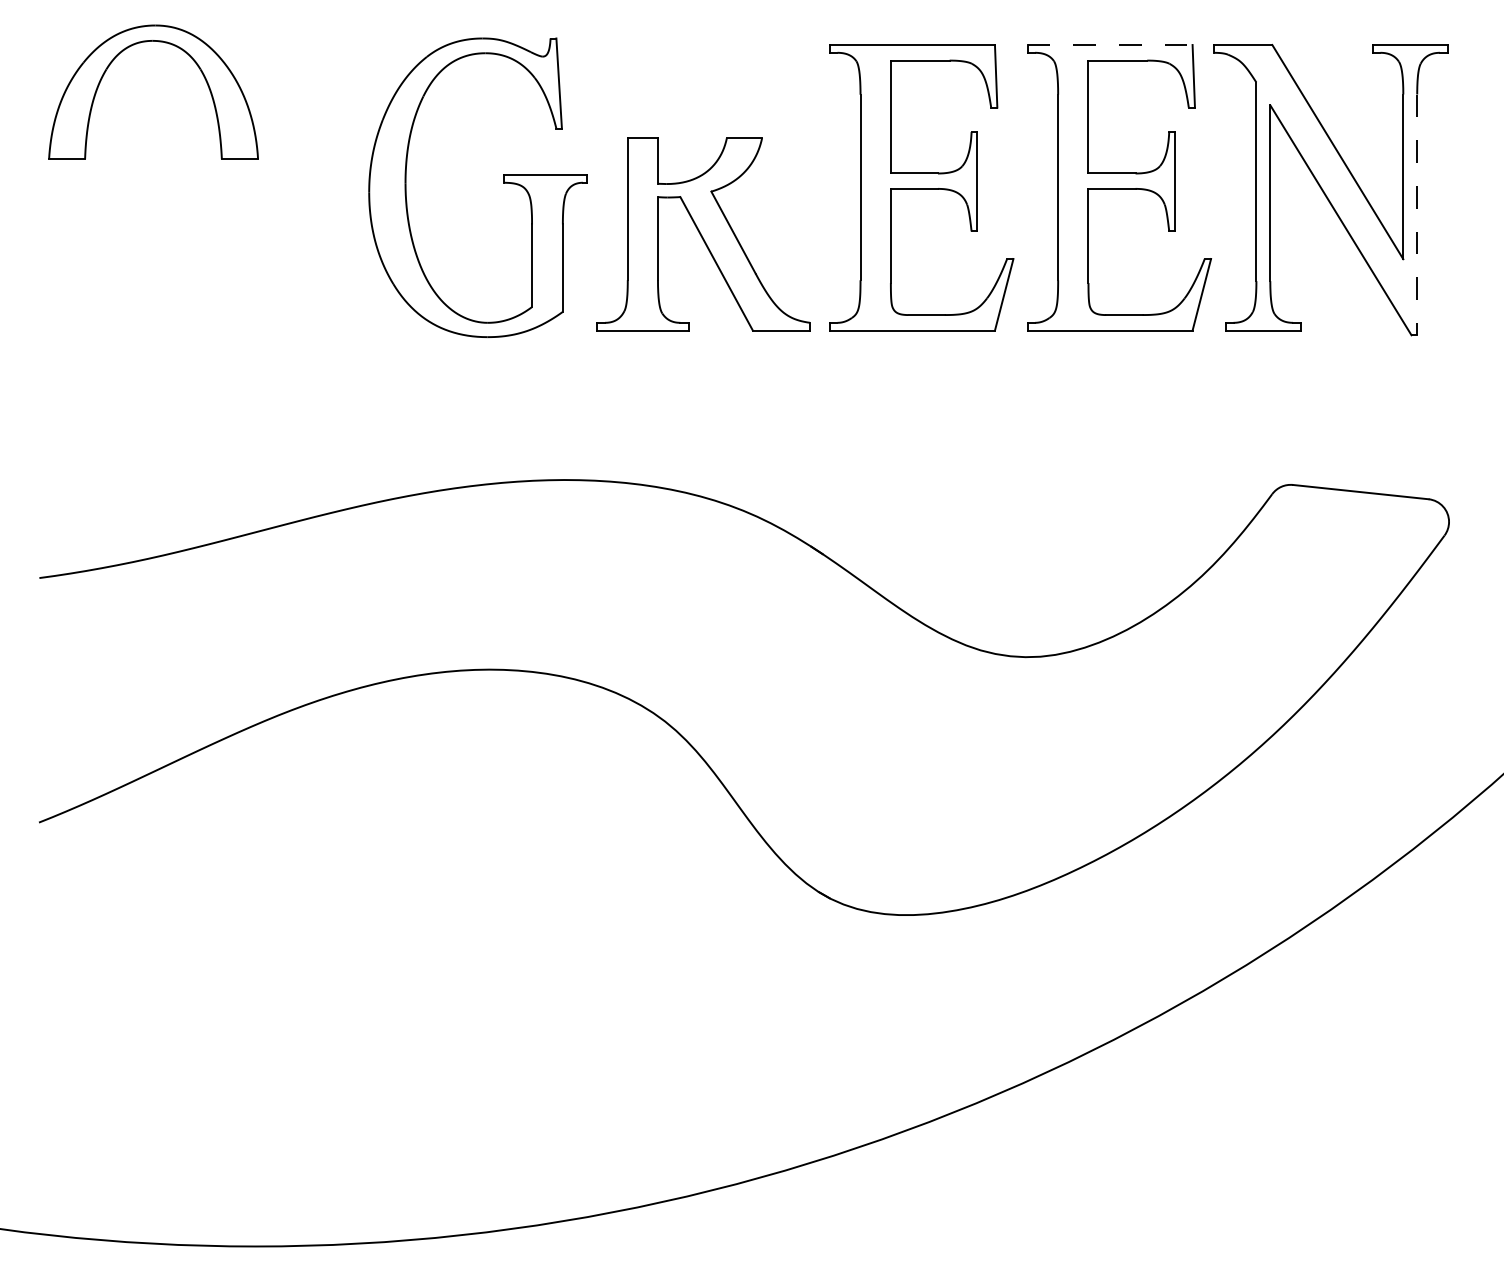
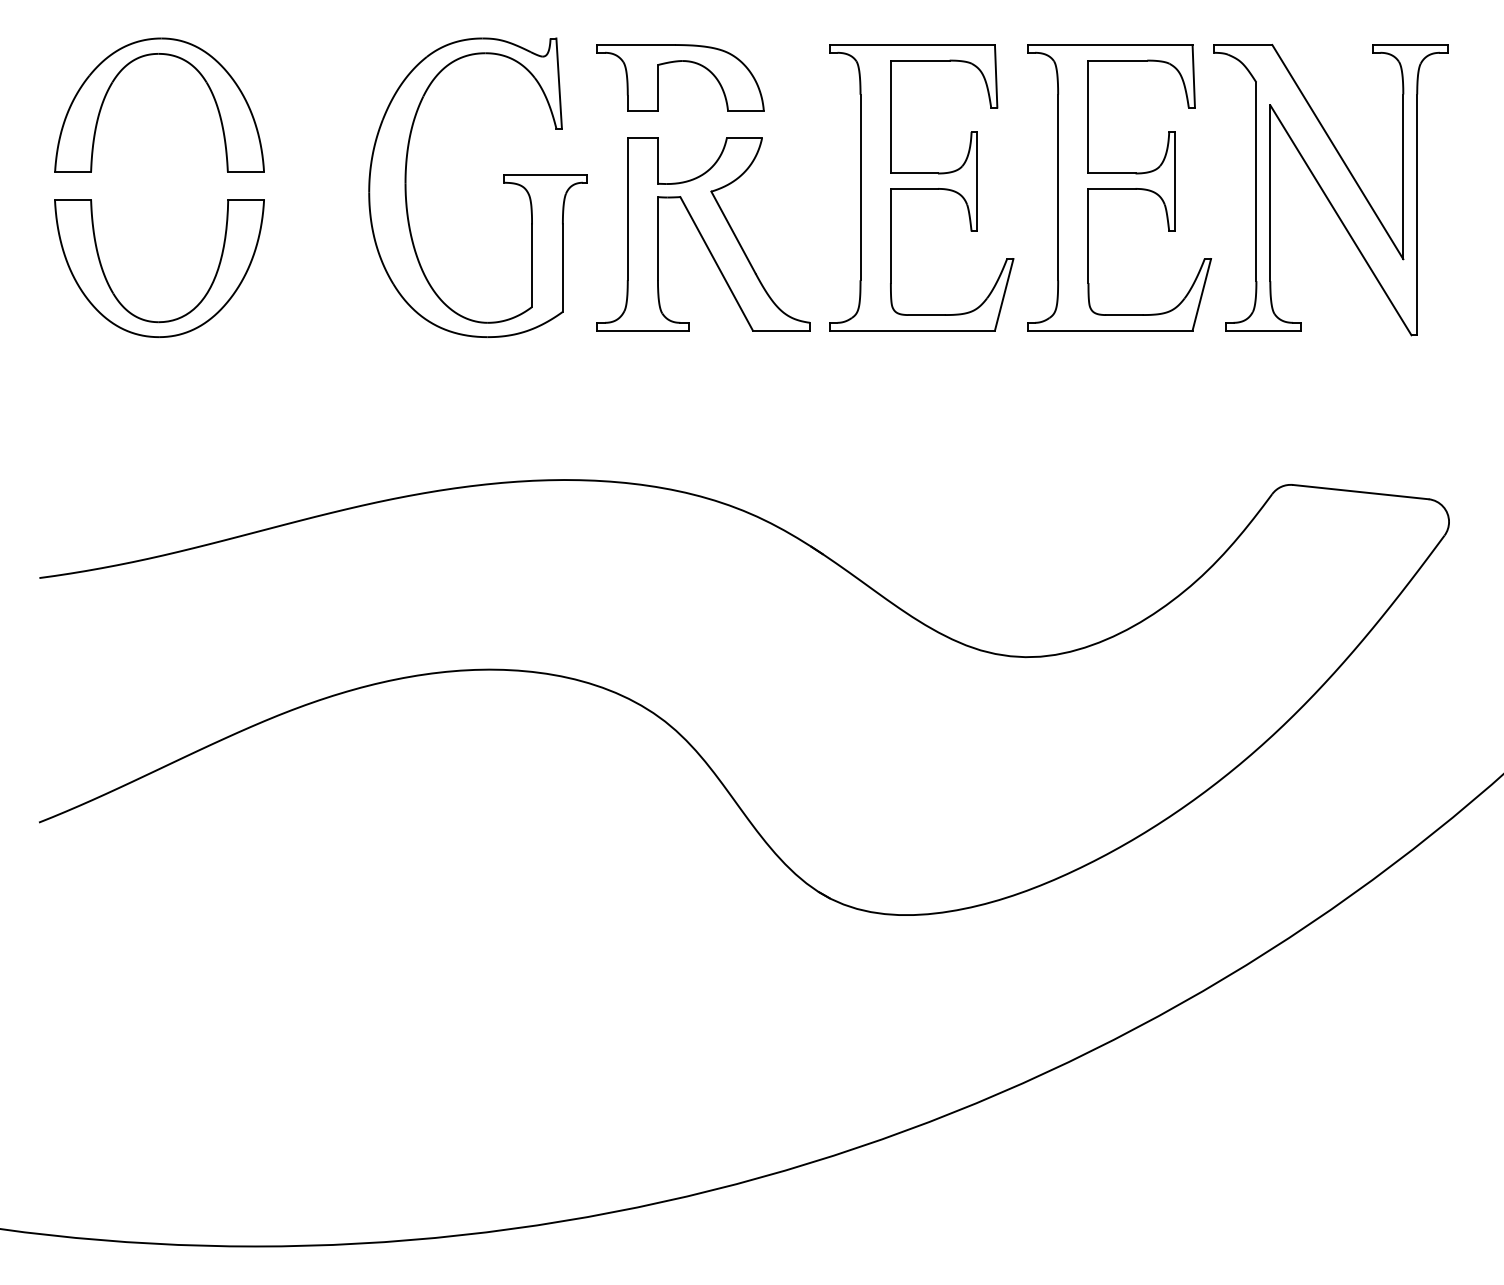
part at (159, 42) position: (159, 42) -> (165, 55)
line at (1110, 45): dashed -> solid
part at (678, 62): none -> present
line at (1417, 215): dashed -> solid
part at (119, 300): none -> present
